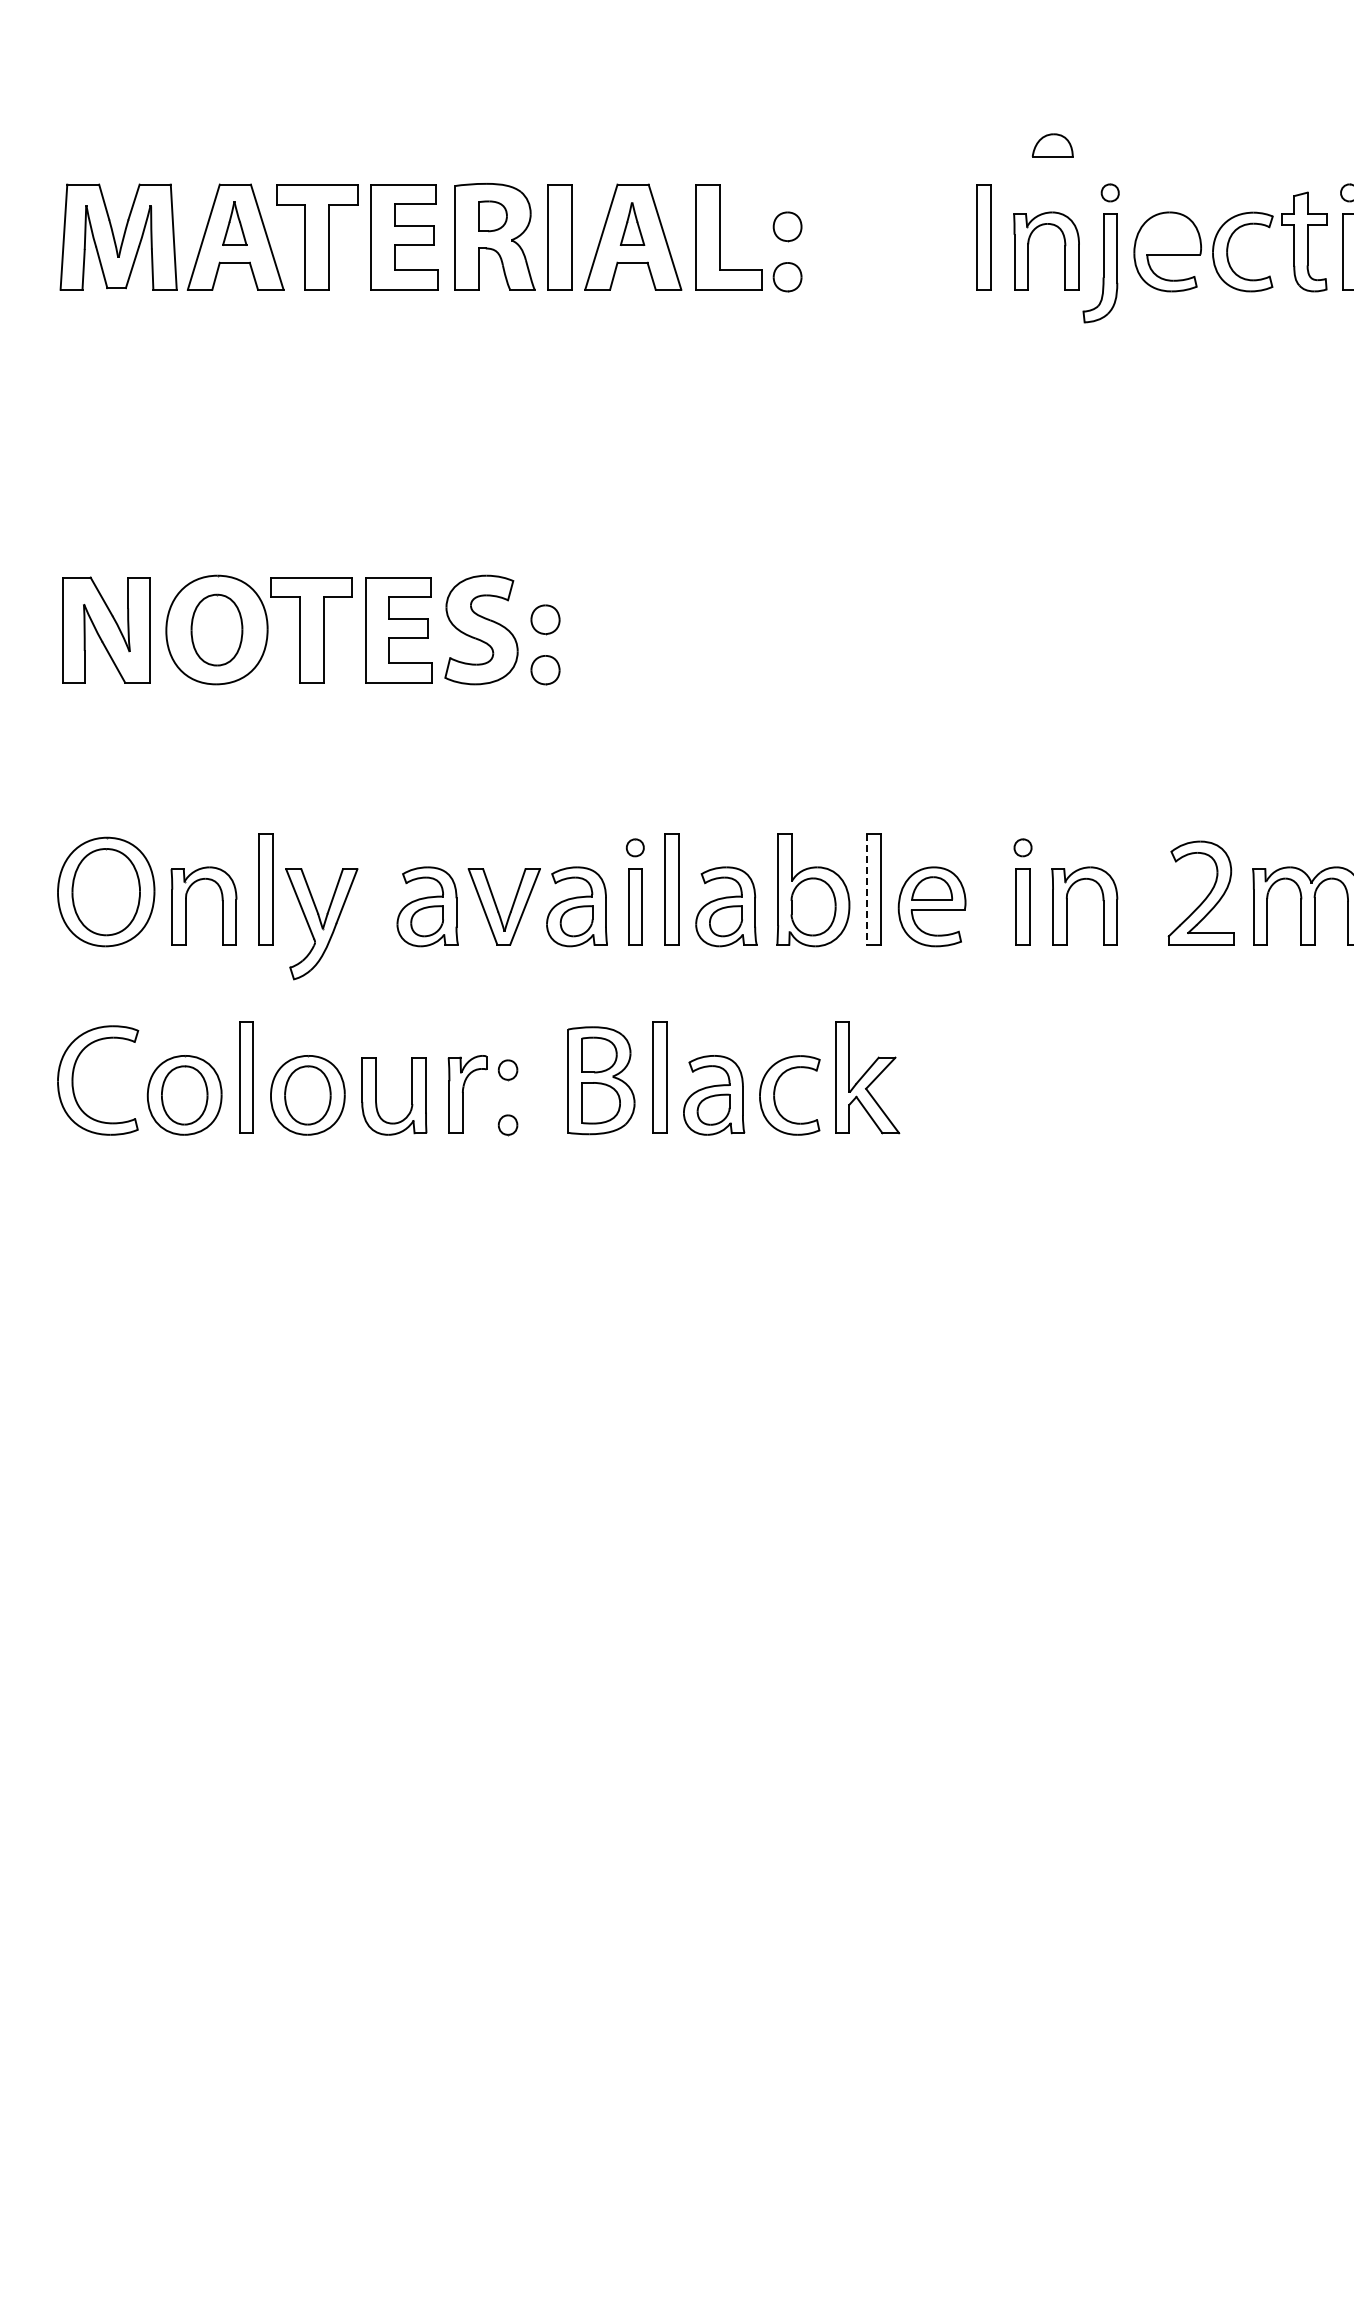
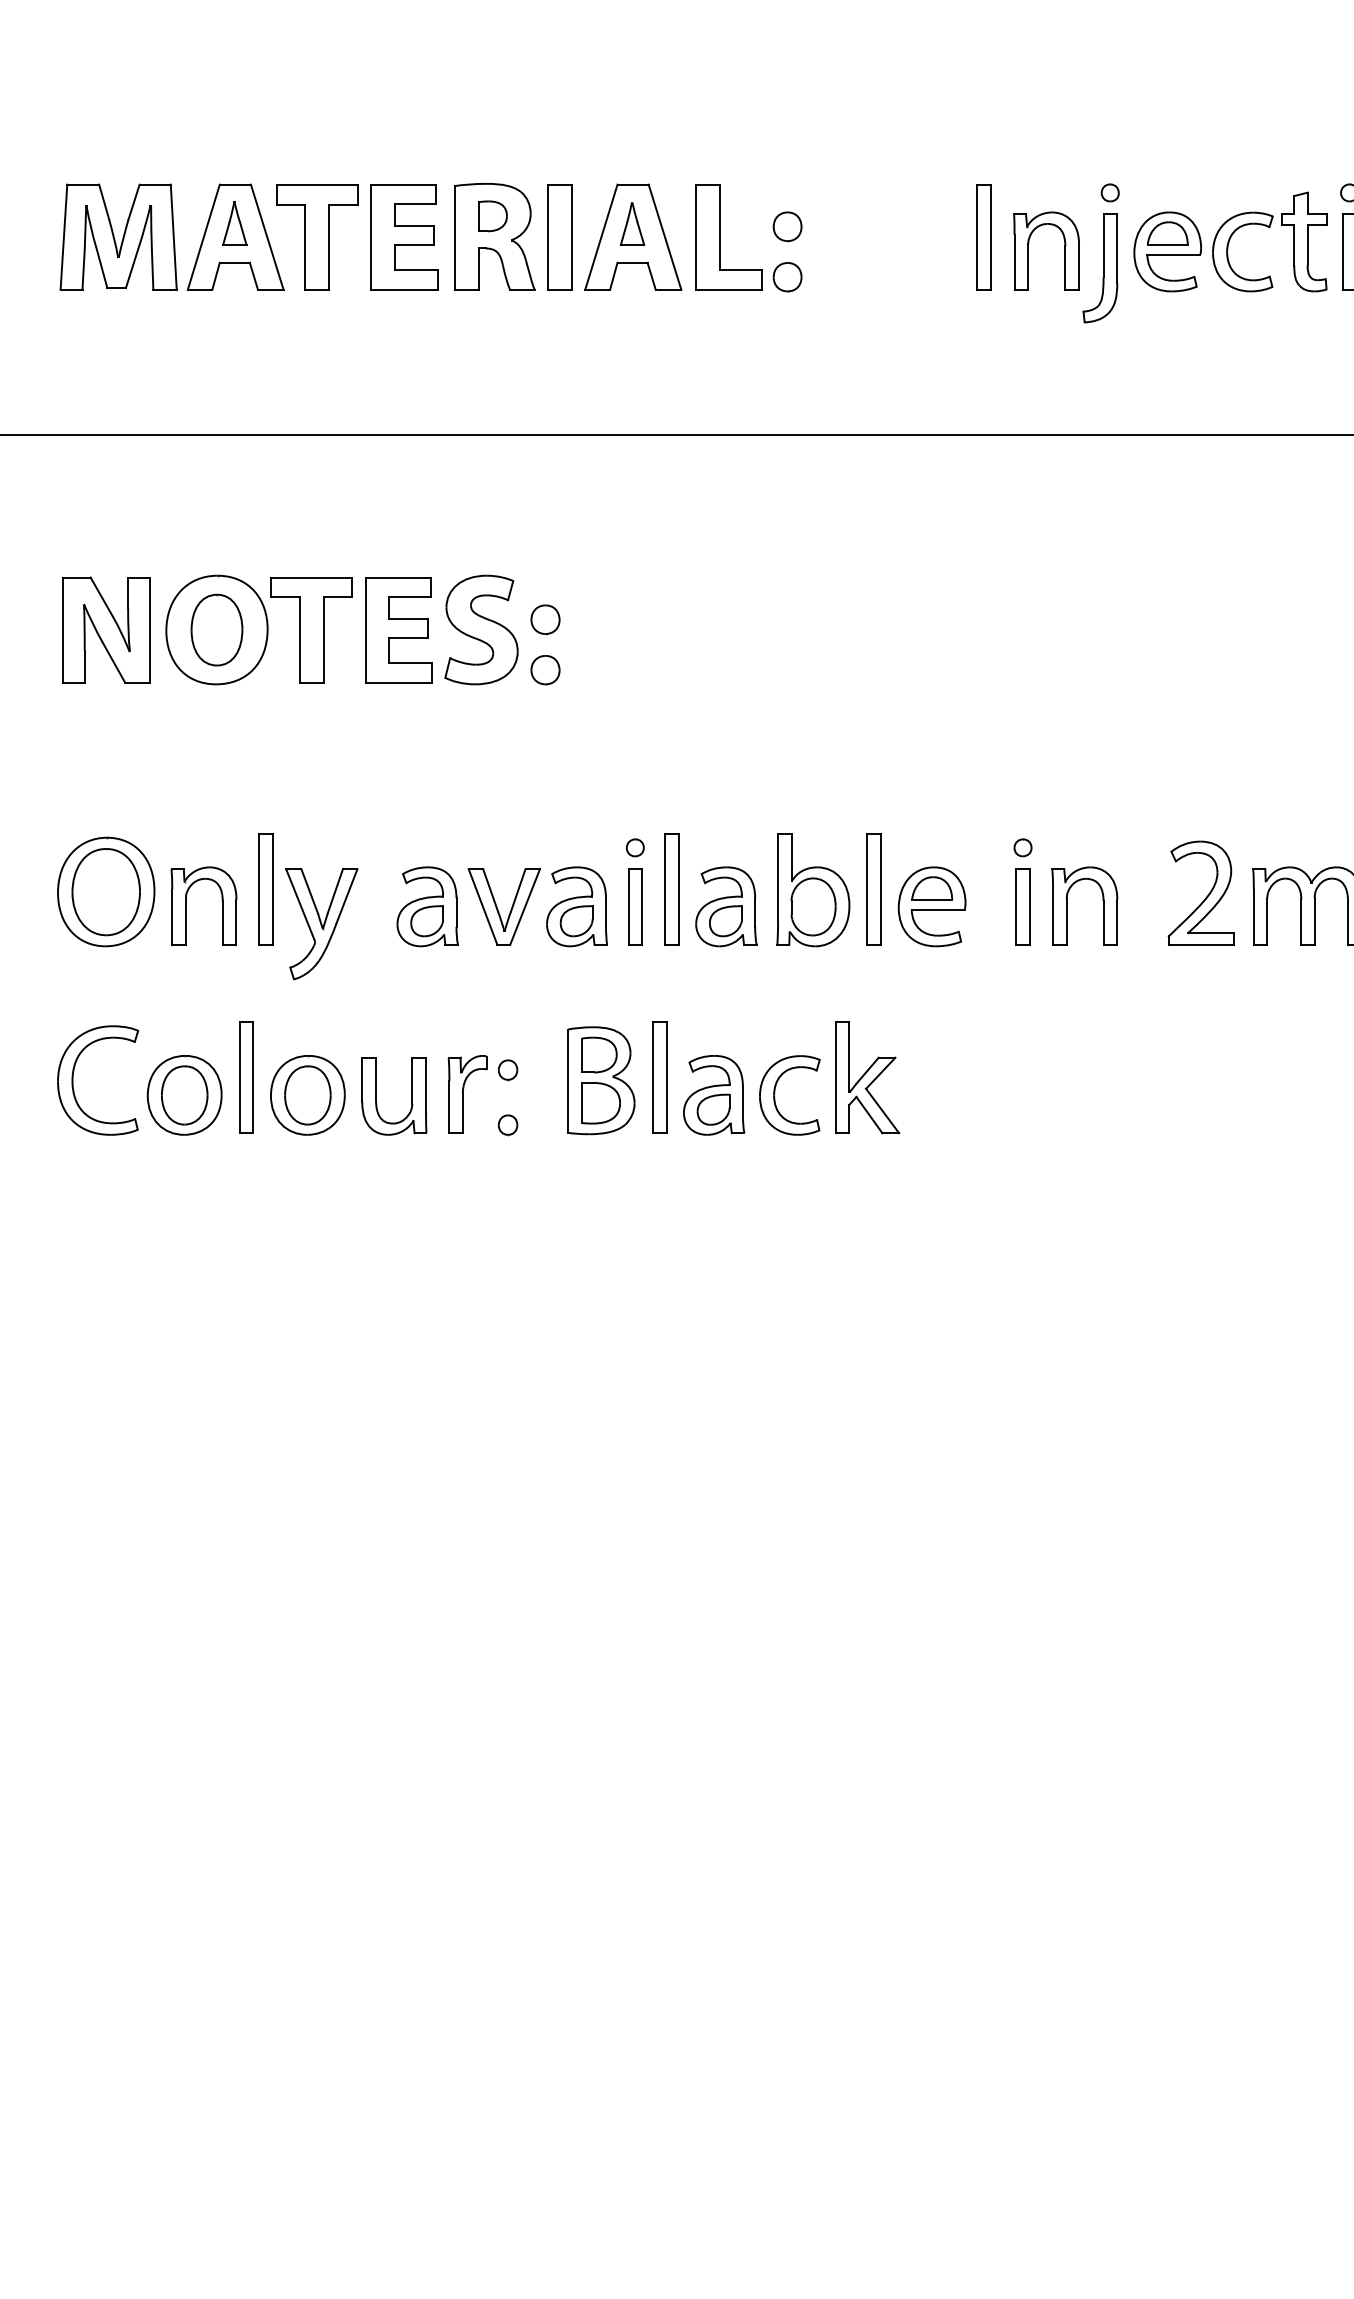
part at (1052, 145) position: (1052, 145) -> (1167, 233)
line at (676, 435): none -> present
line at (867, 889): dashed -> solid
